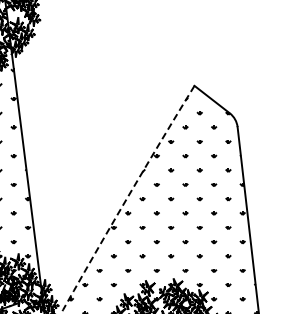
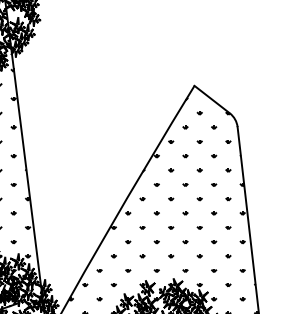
arc at (126, 198): dashed -> solid
